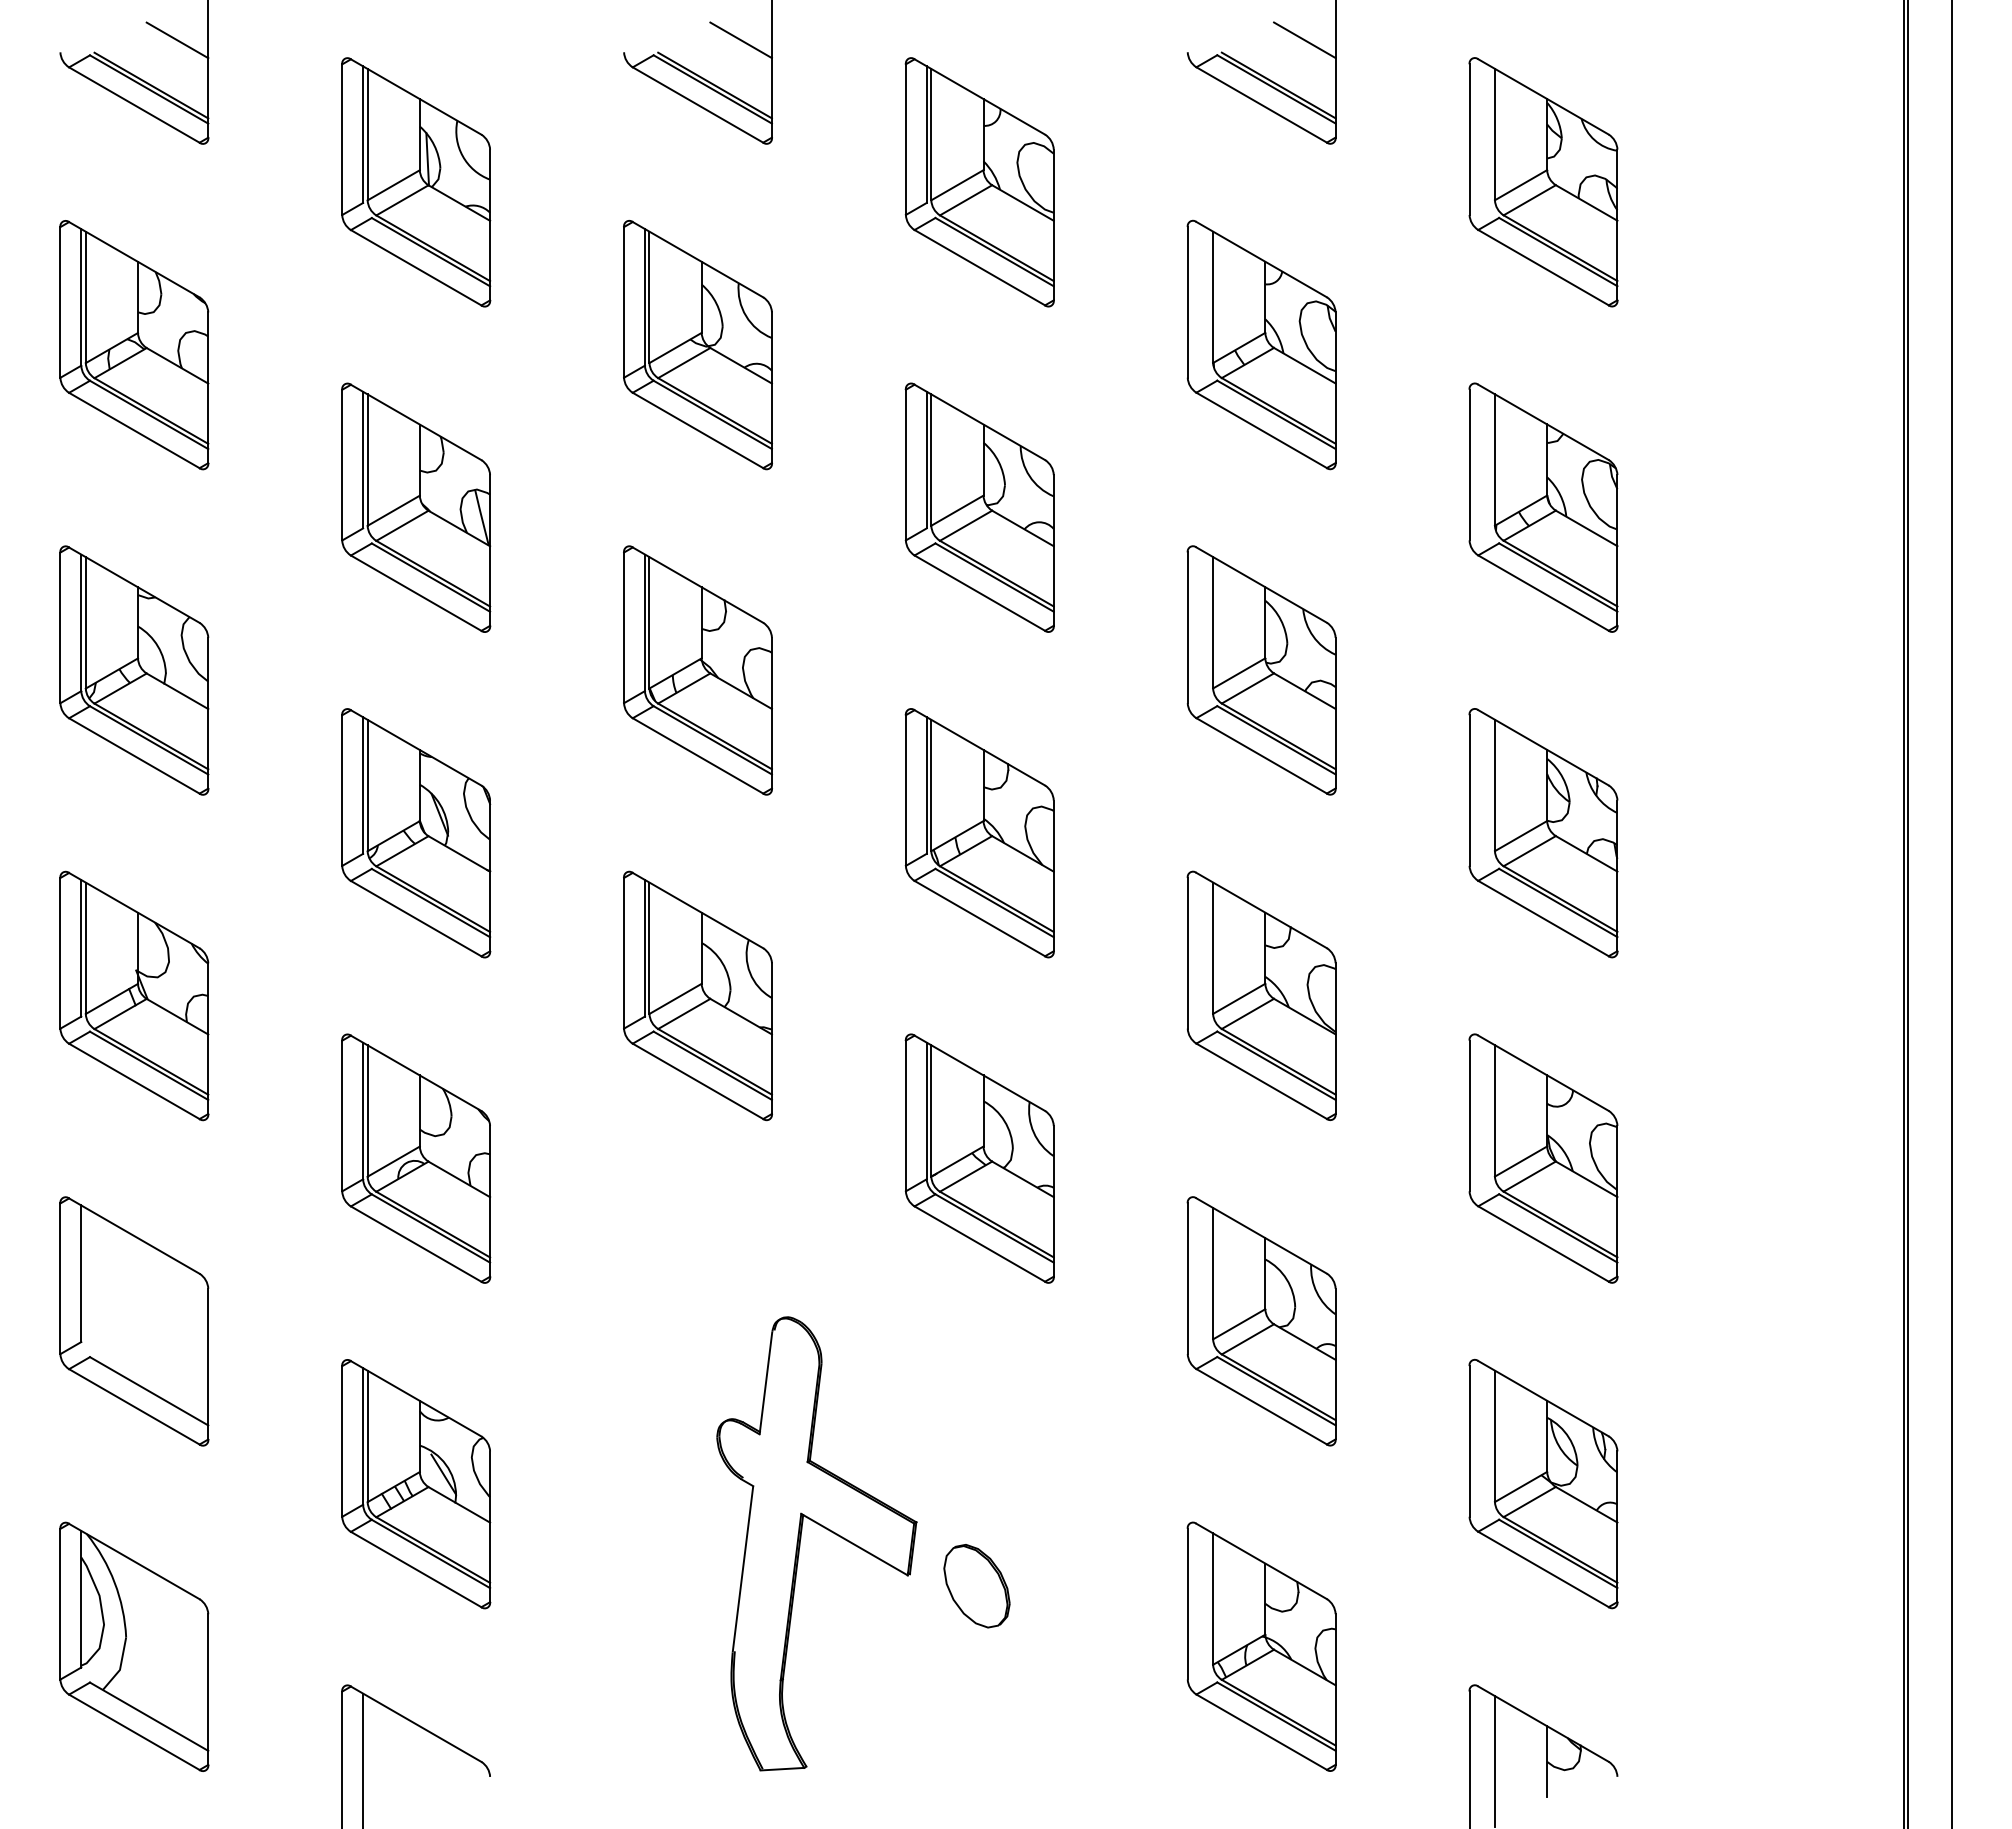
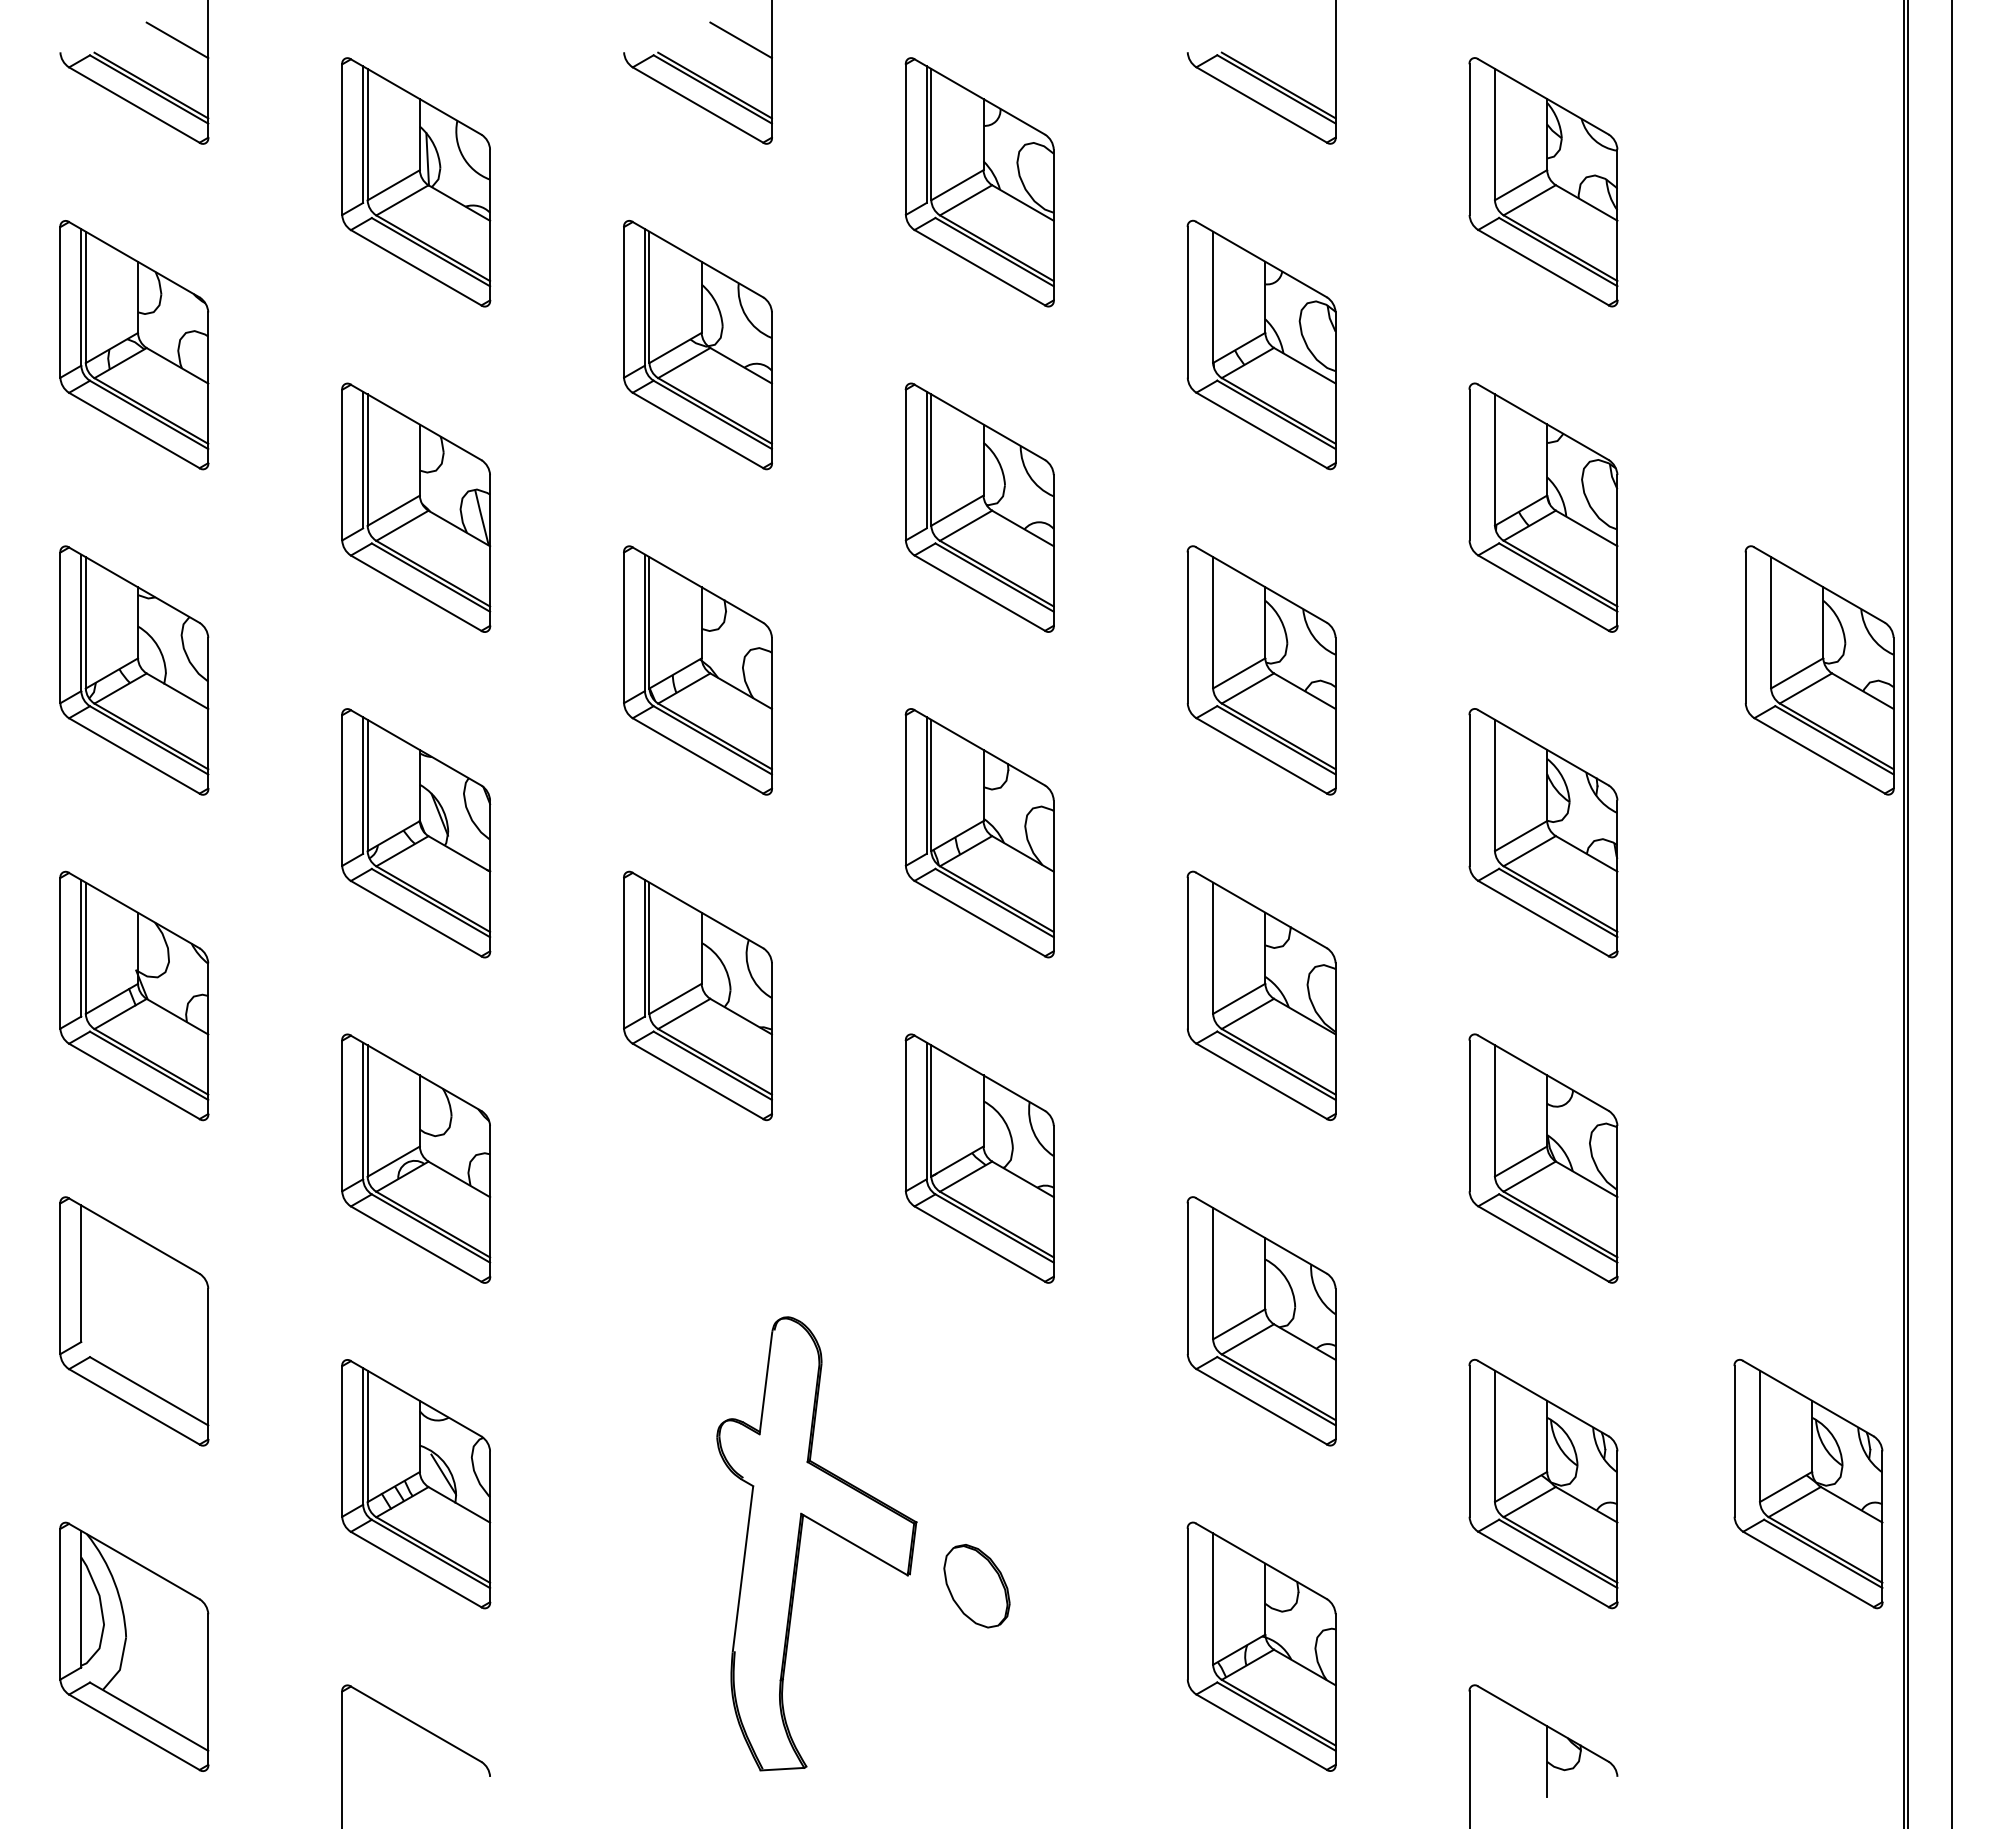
line at (1304, 40): present -> none
part at (1819, 670): none -> present
part at (1808, 1483): none -> present
line at (363, 1759): present -> none
line at (1494, 1760): present -> none
